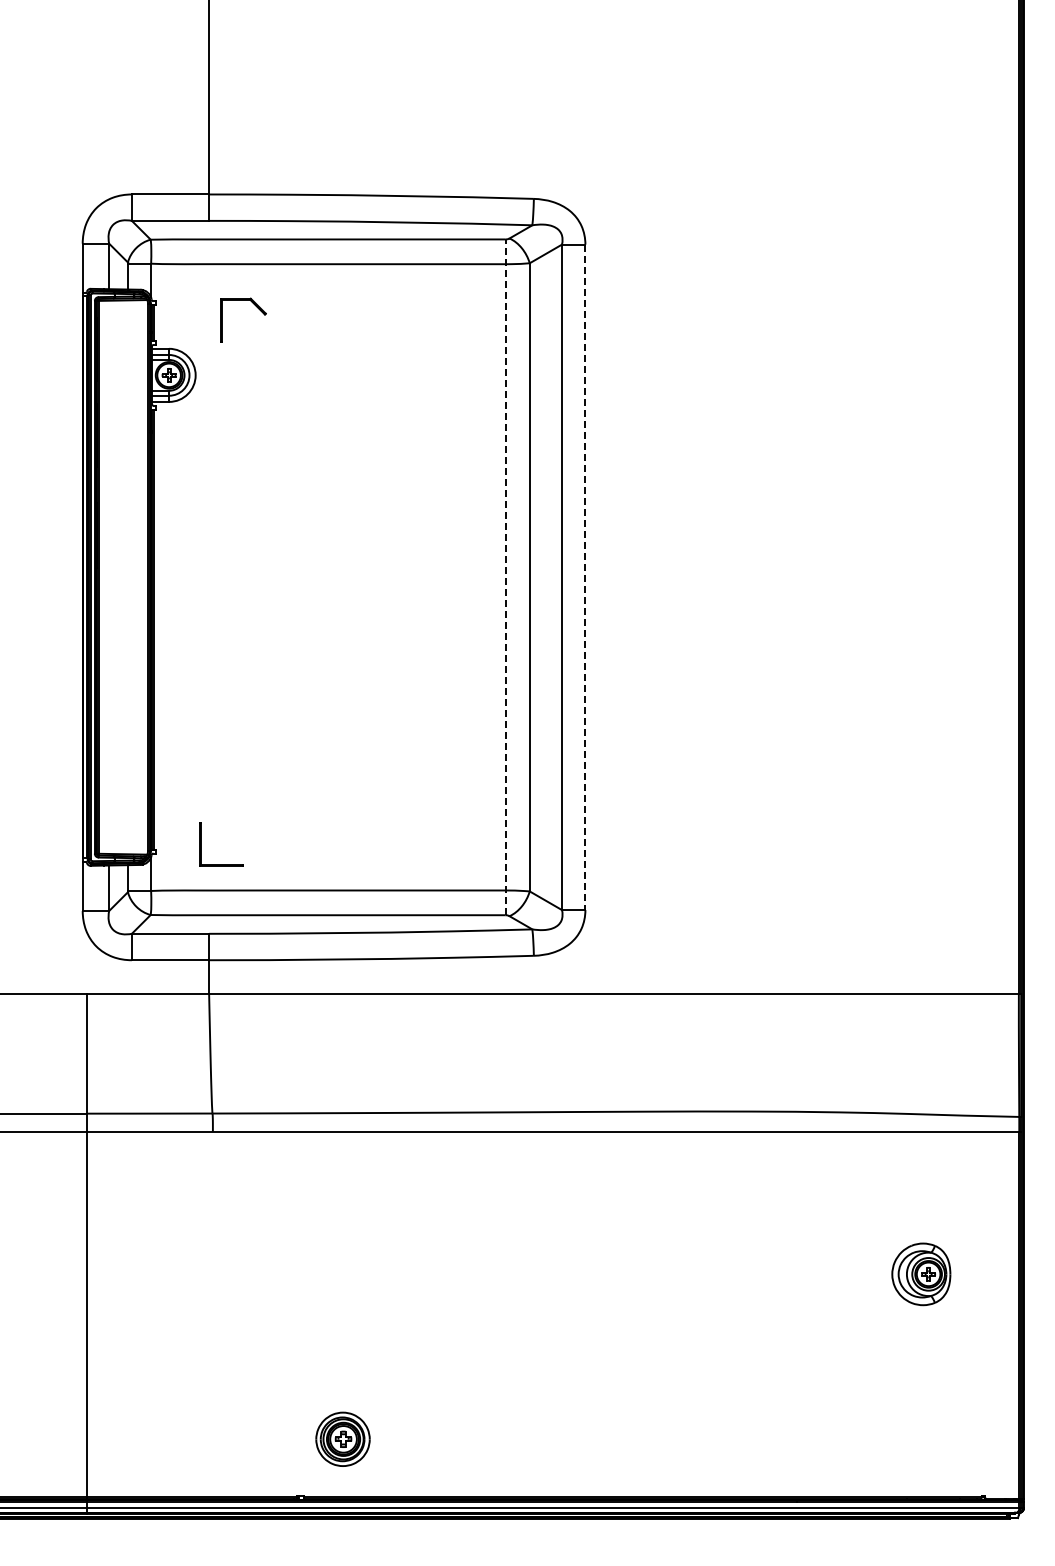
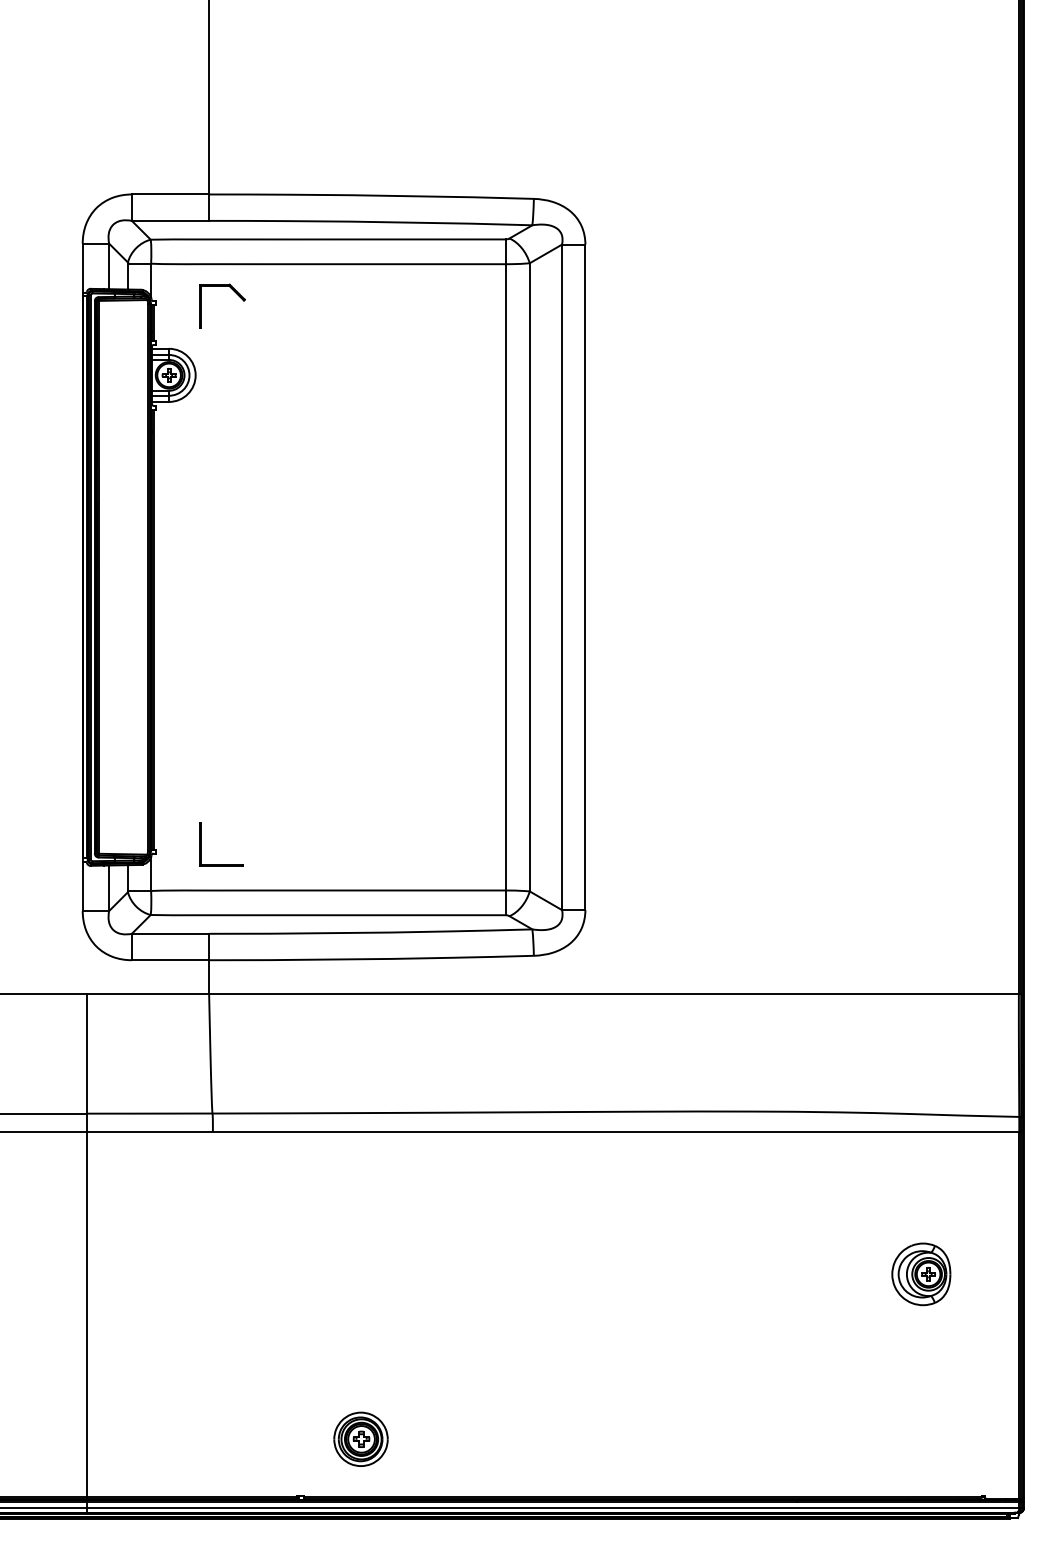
part at (255, 306) position: (255, 306) -> (234, 292)
line at (505, 577): dashed -> solid
line at (585, 577): dashed -> solid
part at (342, 1438) position: (342, 1438) -> (360, 1438)
